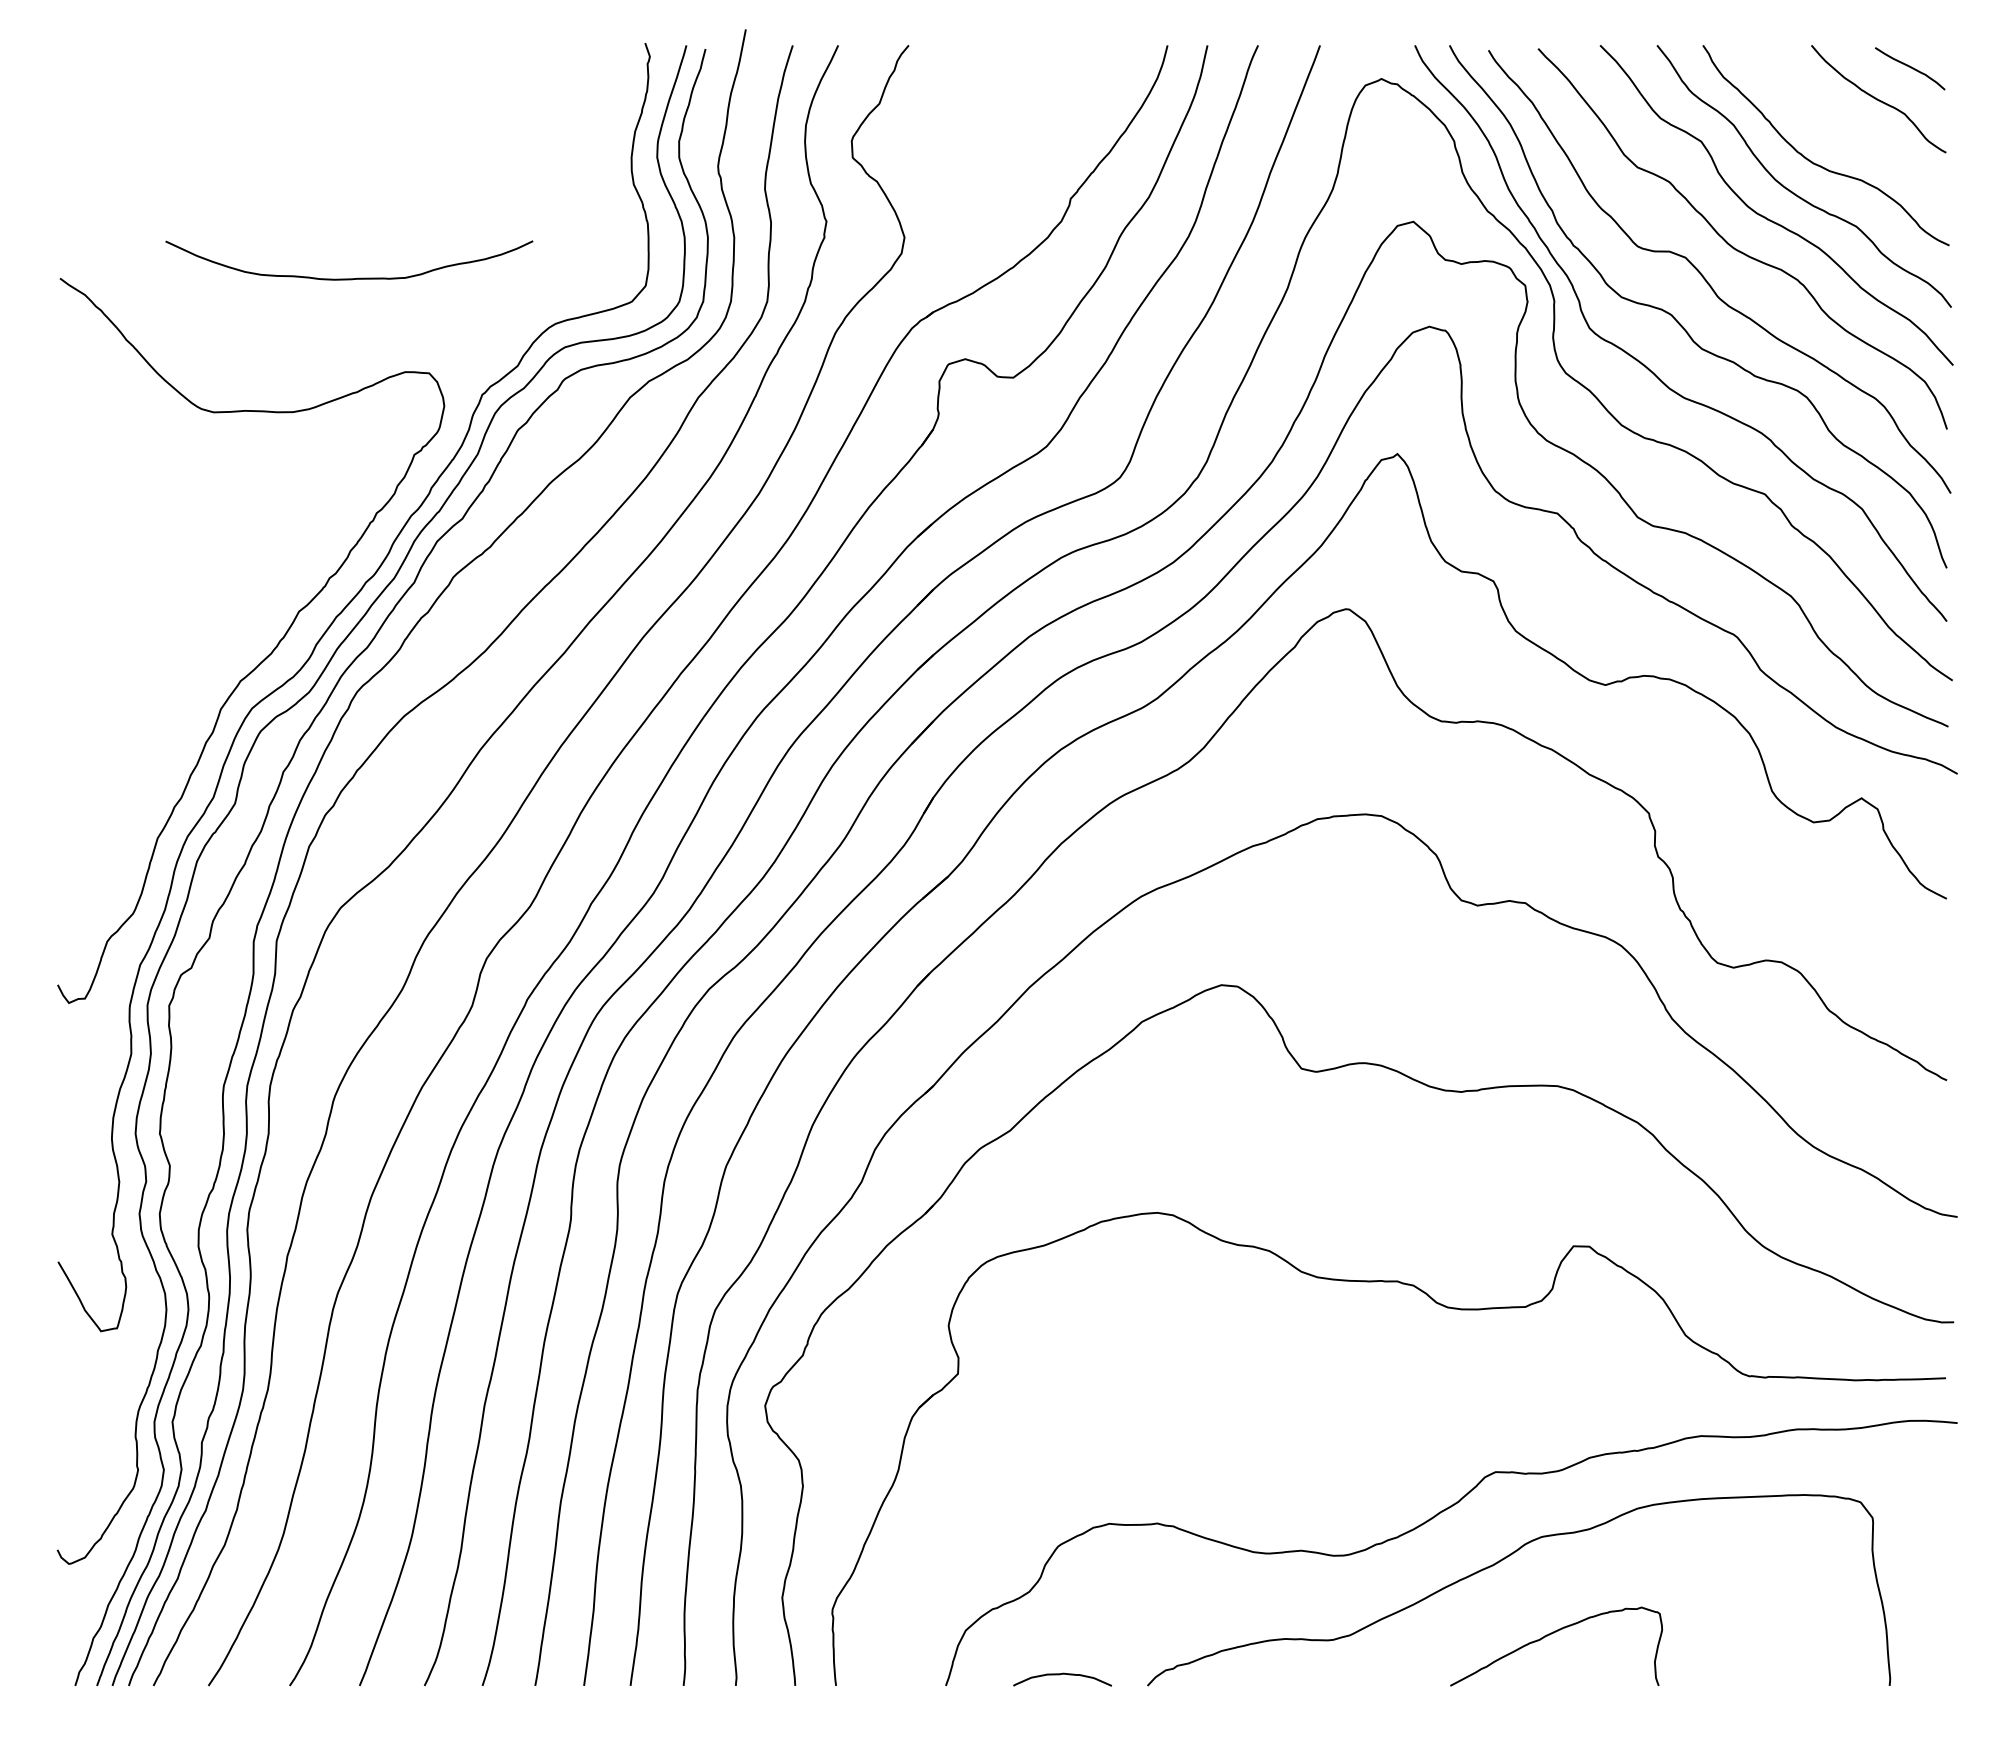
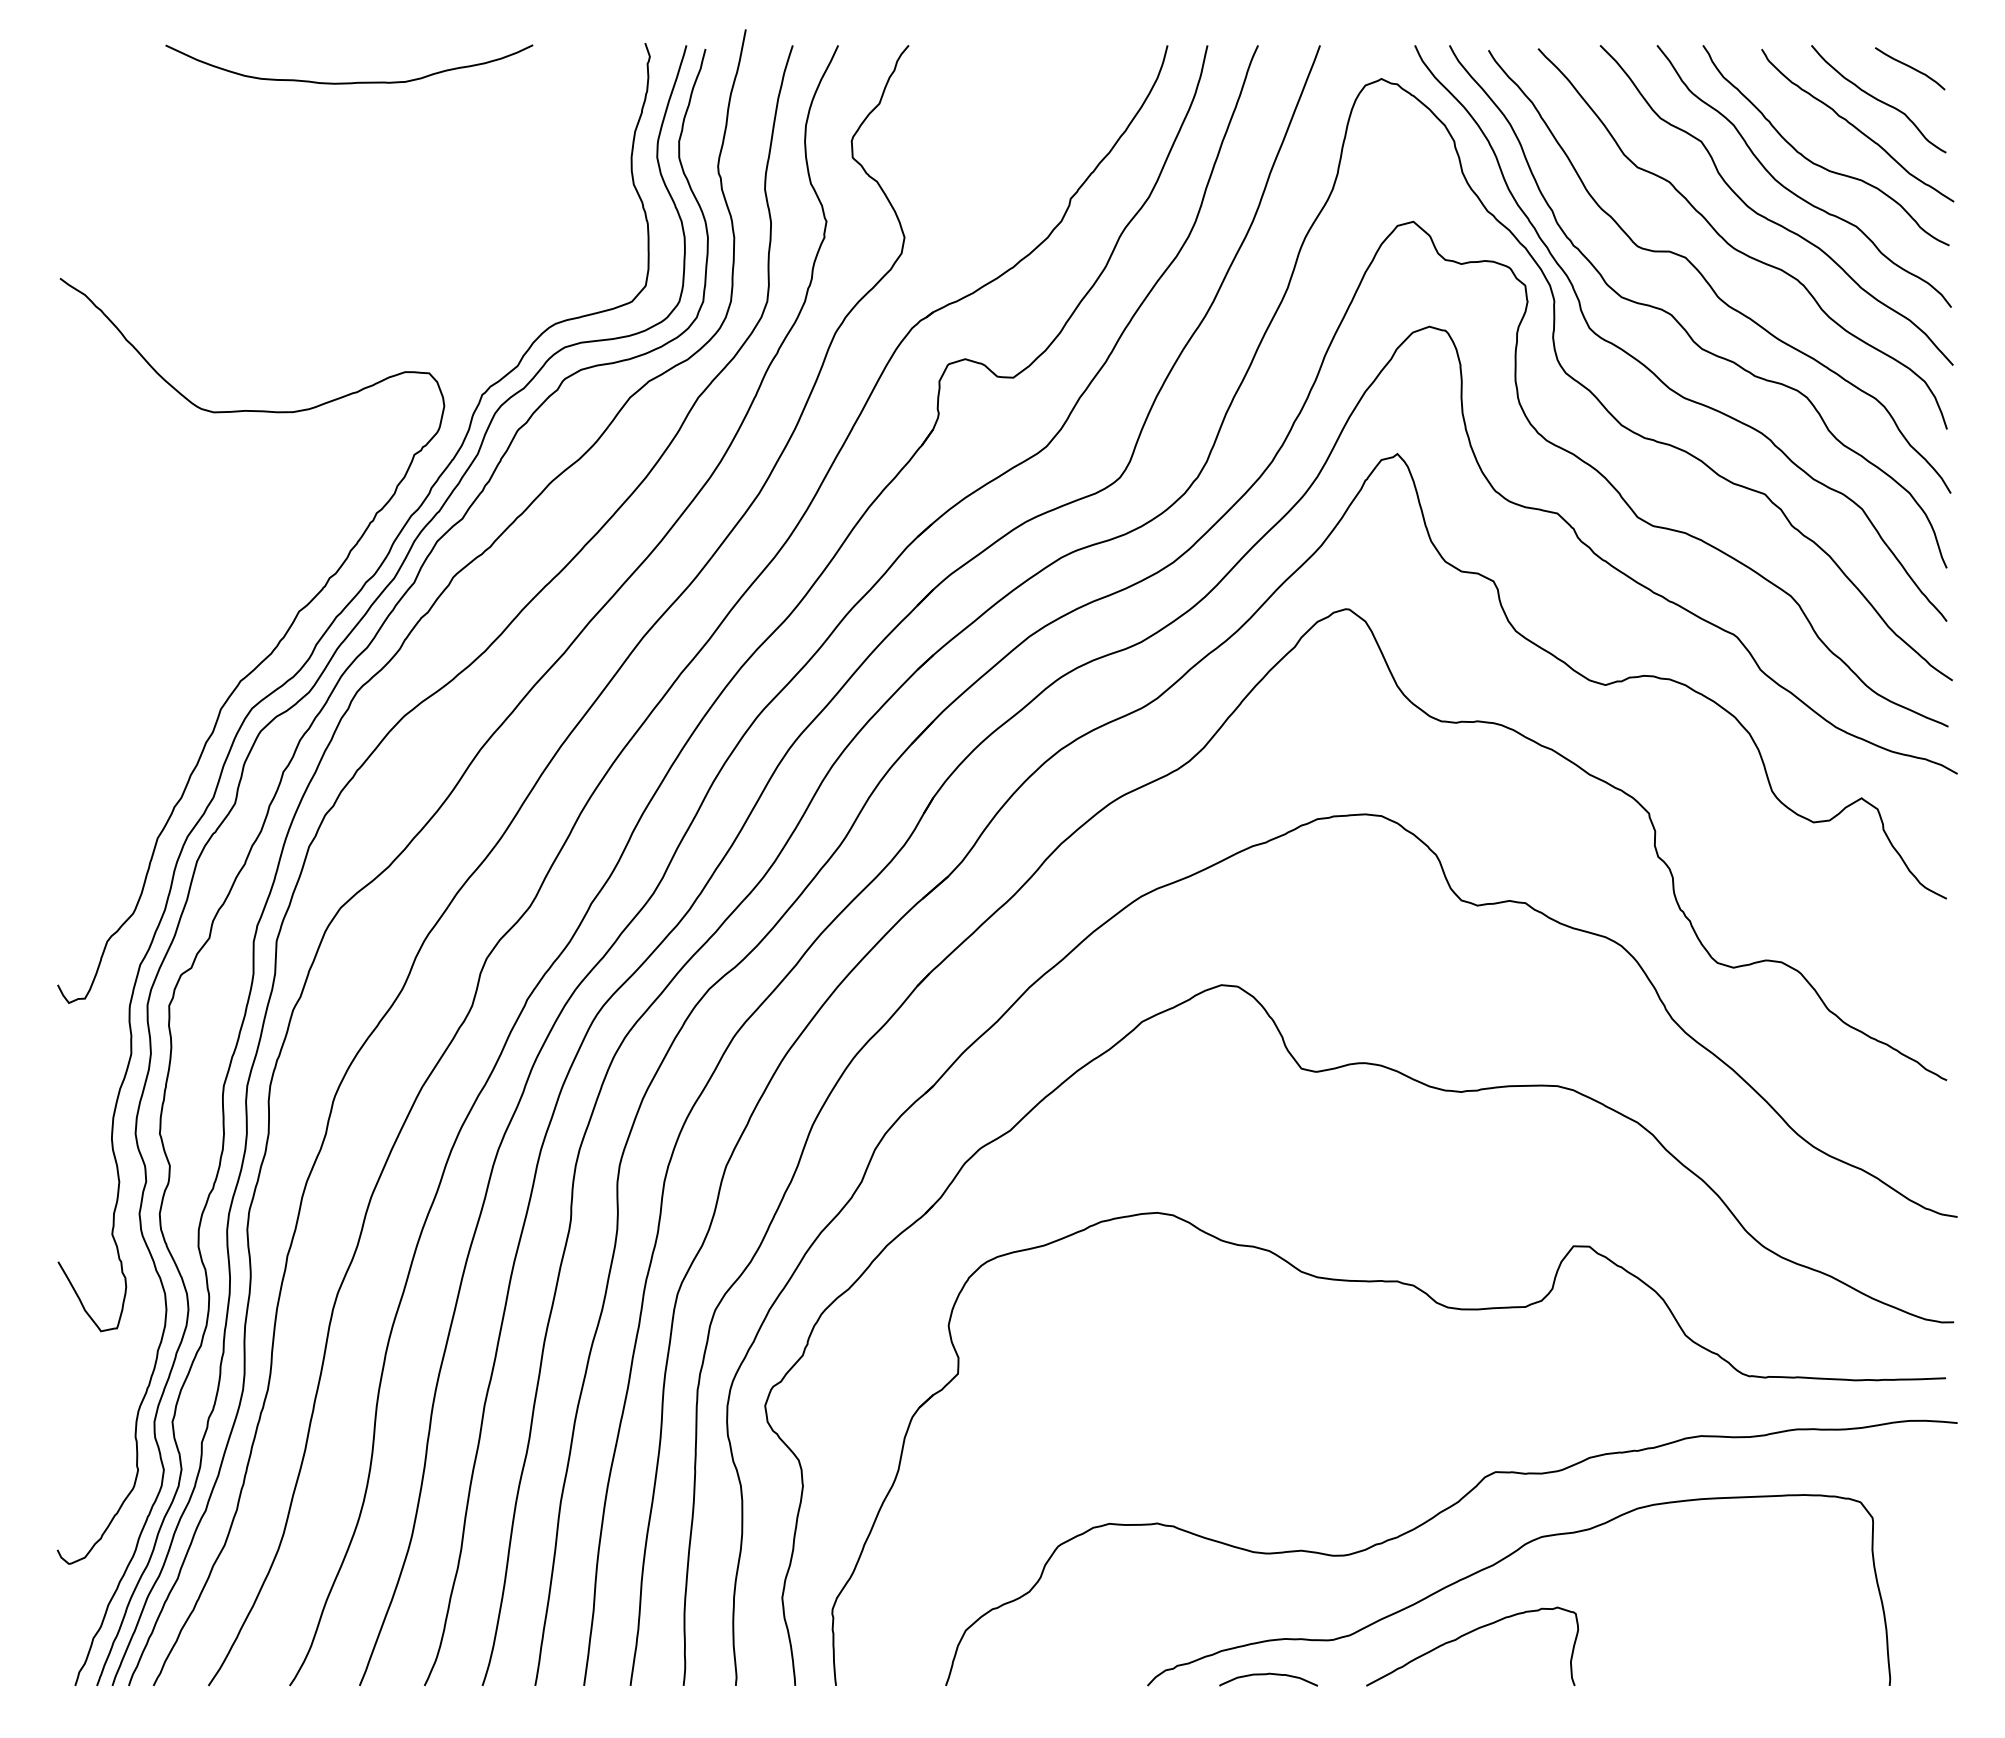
curve at (1857, 127): none -> present
curve at (349, 278) position: (349, 278) -> (349, 82)
curve at (1551, 1634) position: (1551, 1634) -> (1467, 1634)
curve at (1062, 1674) position: (1062, 1674) -> (1268, 1674)
